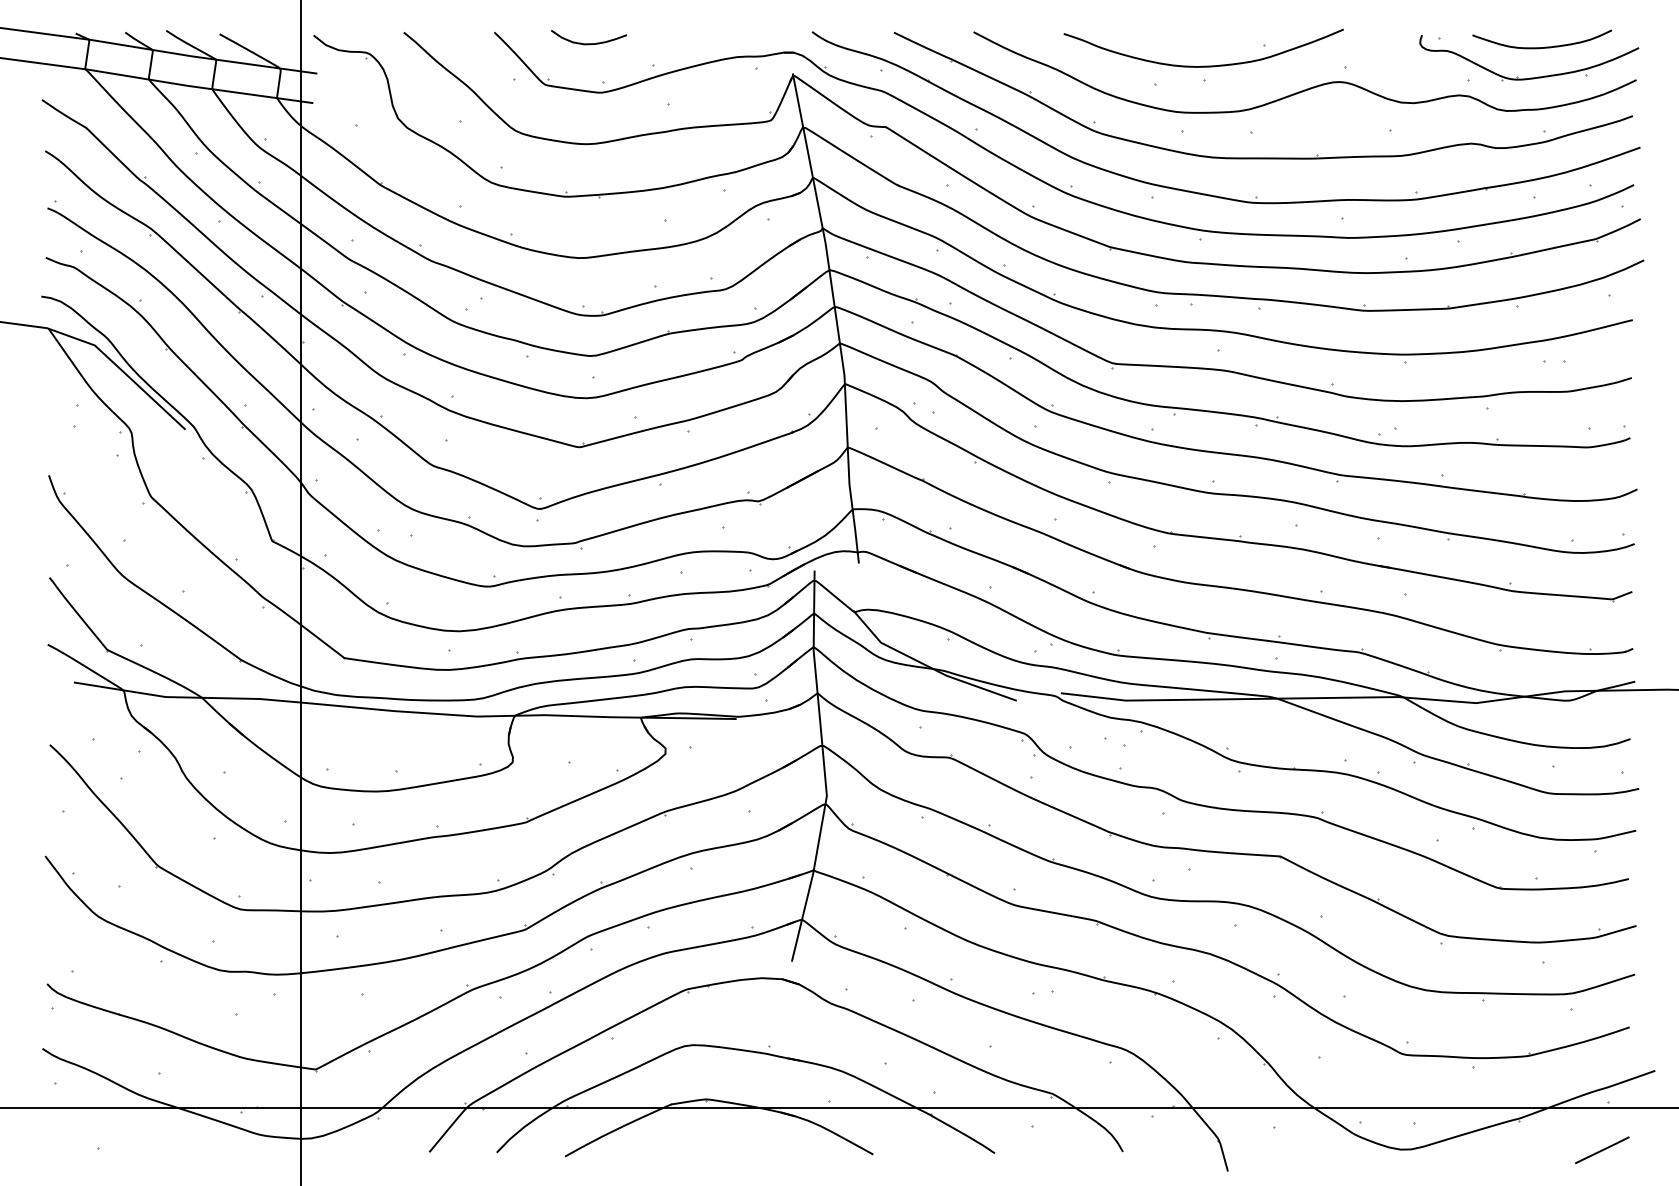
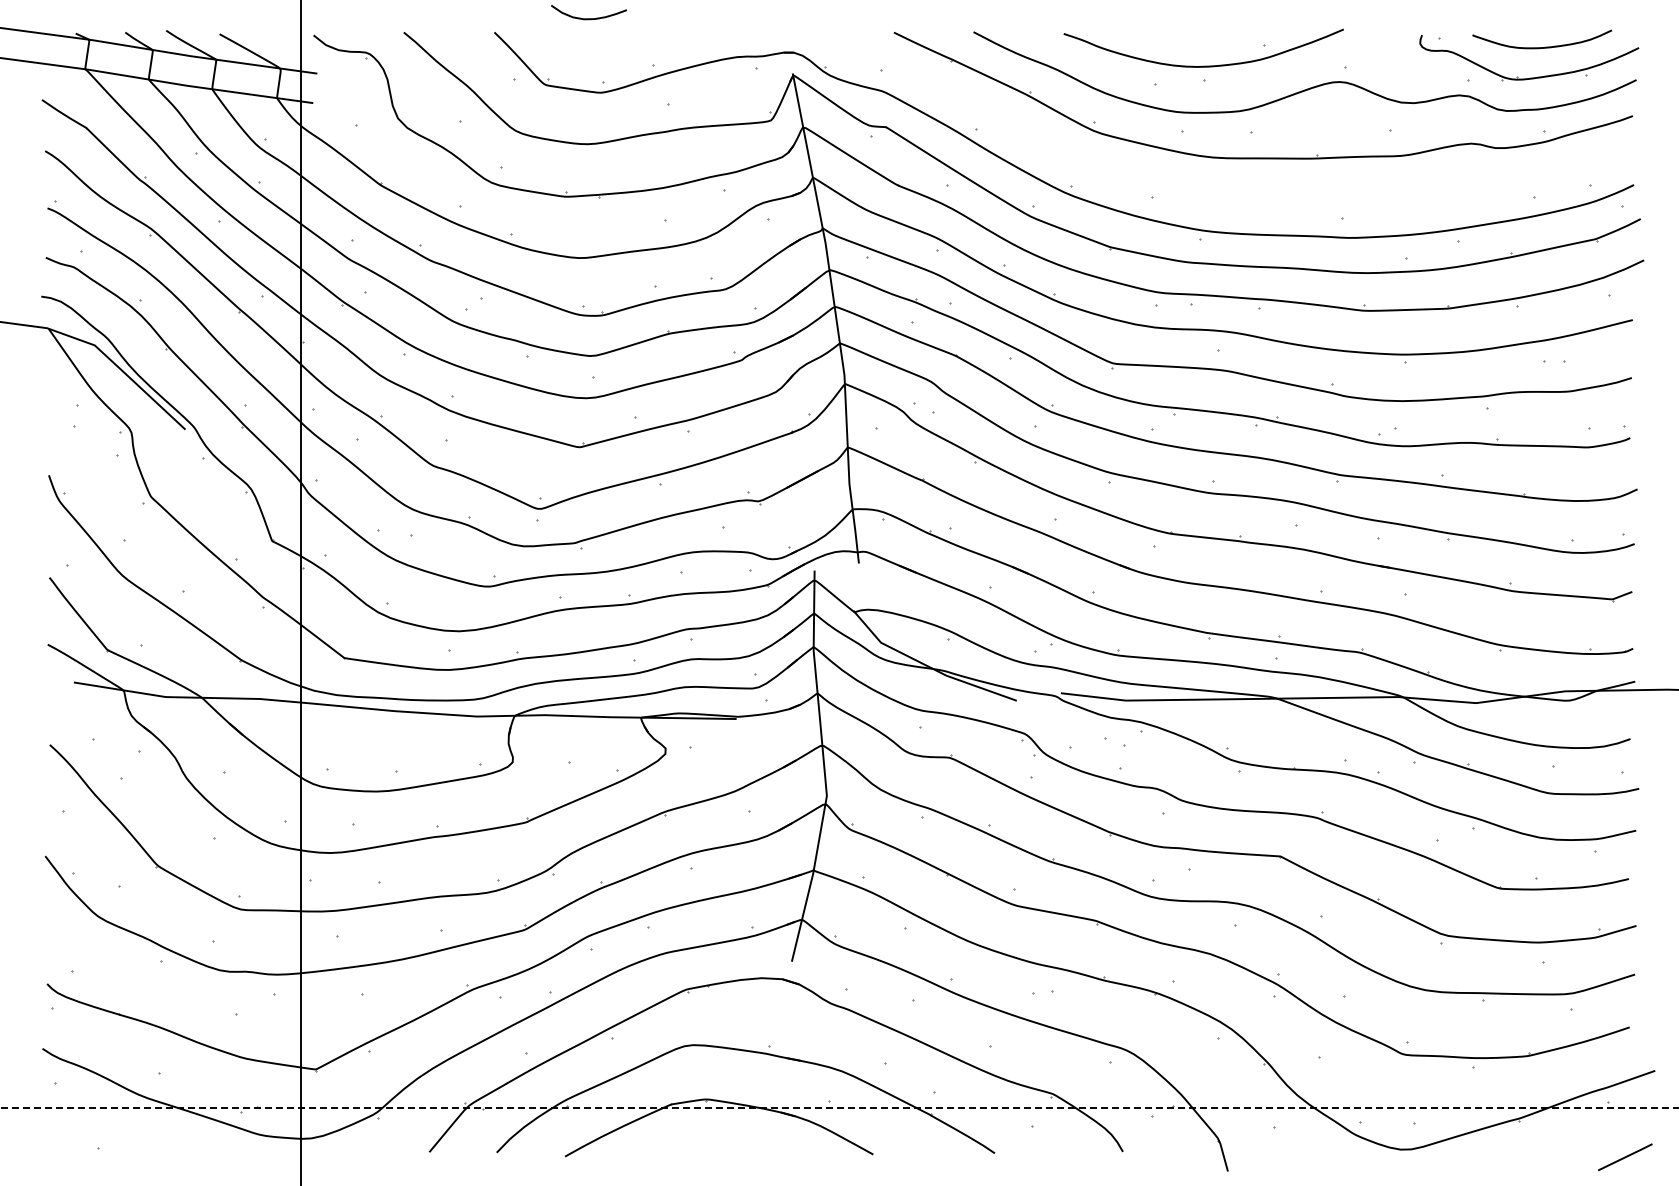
curve at (589, 43) position: (589, 43) -> (589, 18)
part at (1211, 194): present -> none
line at (840, 1107): solid -> dashed
line at (1602, 1150) position: (1602, 1150) -> (1625, 1157)
